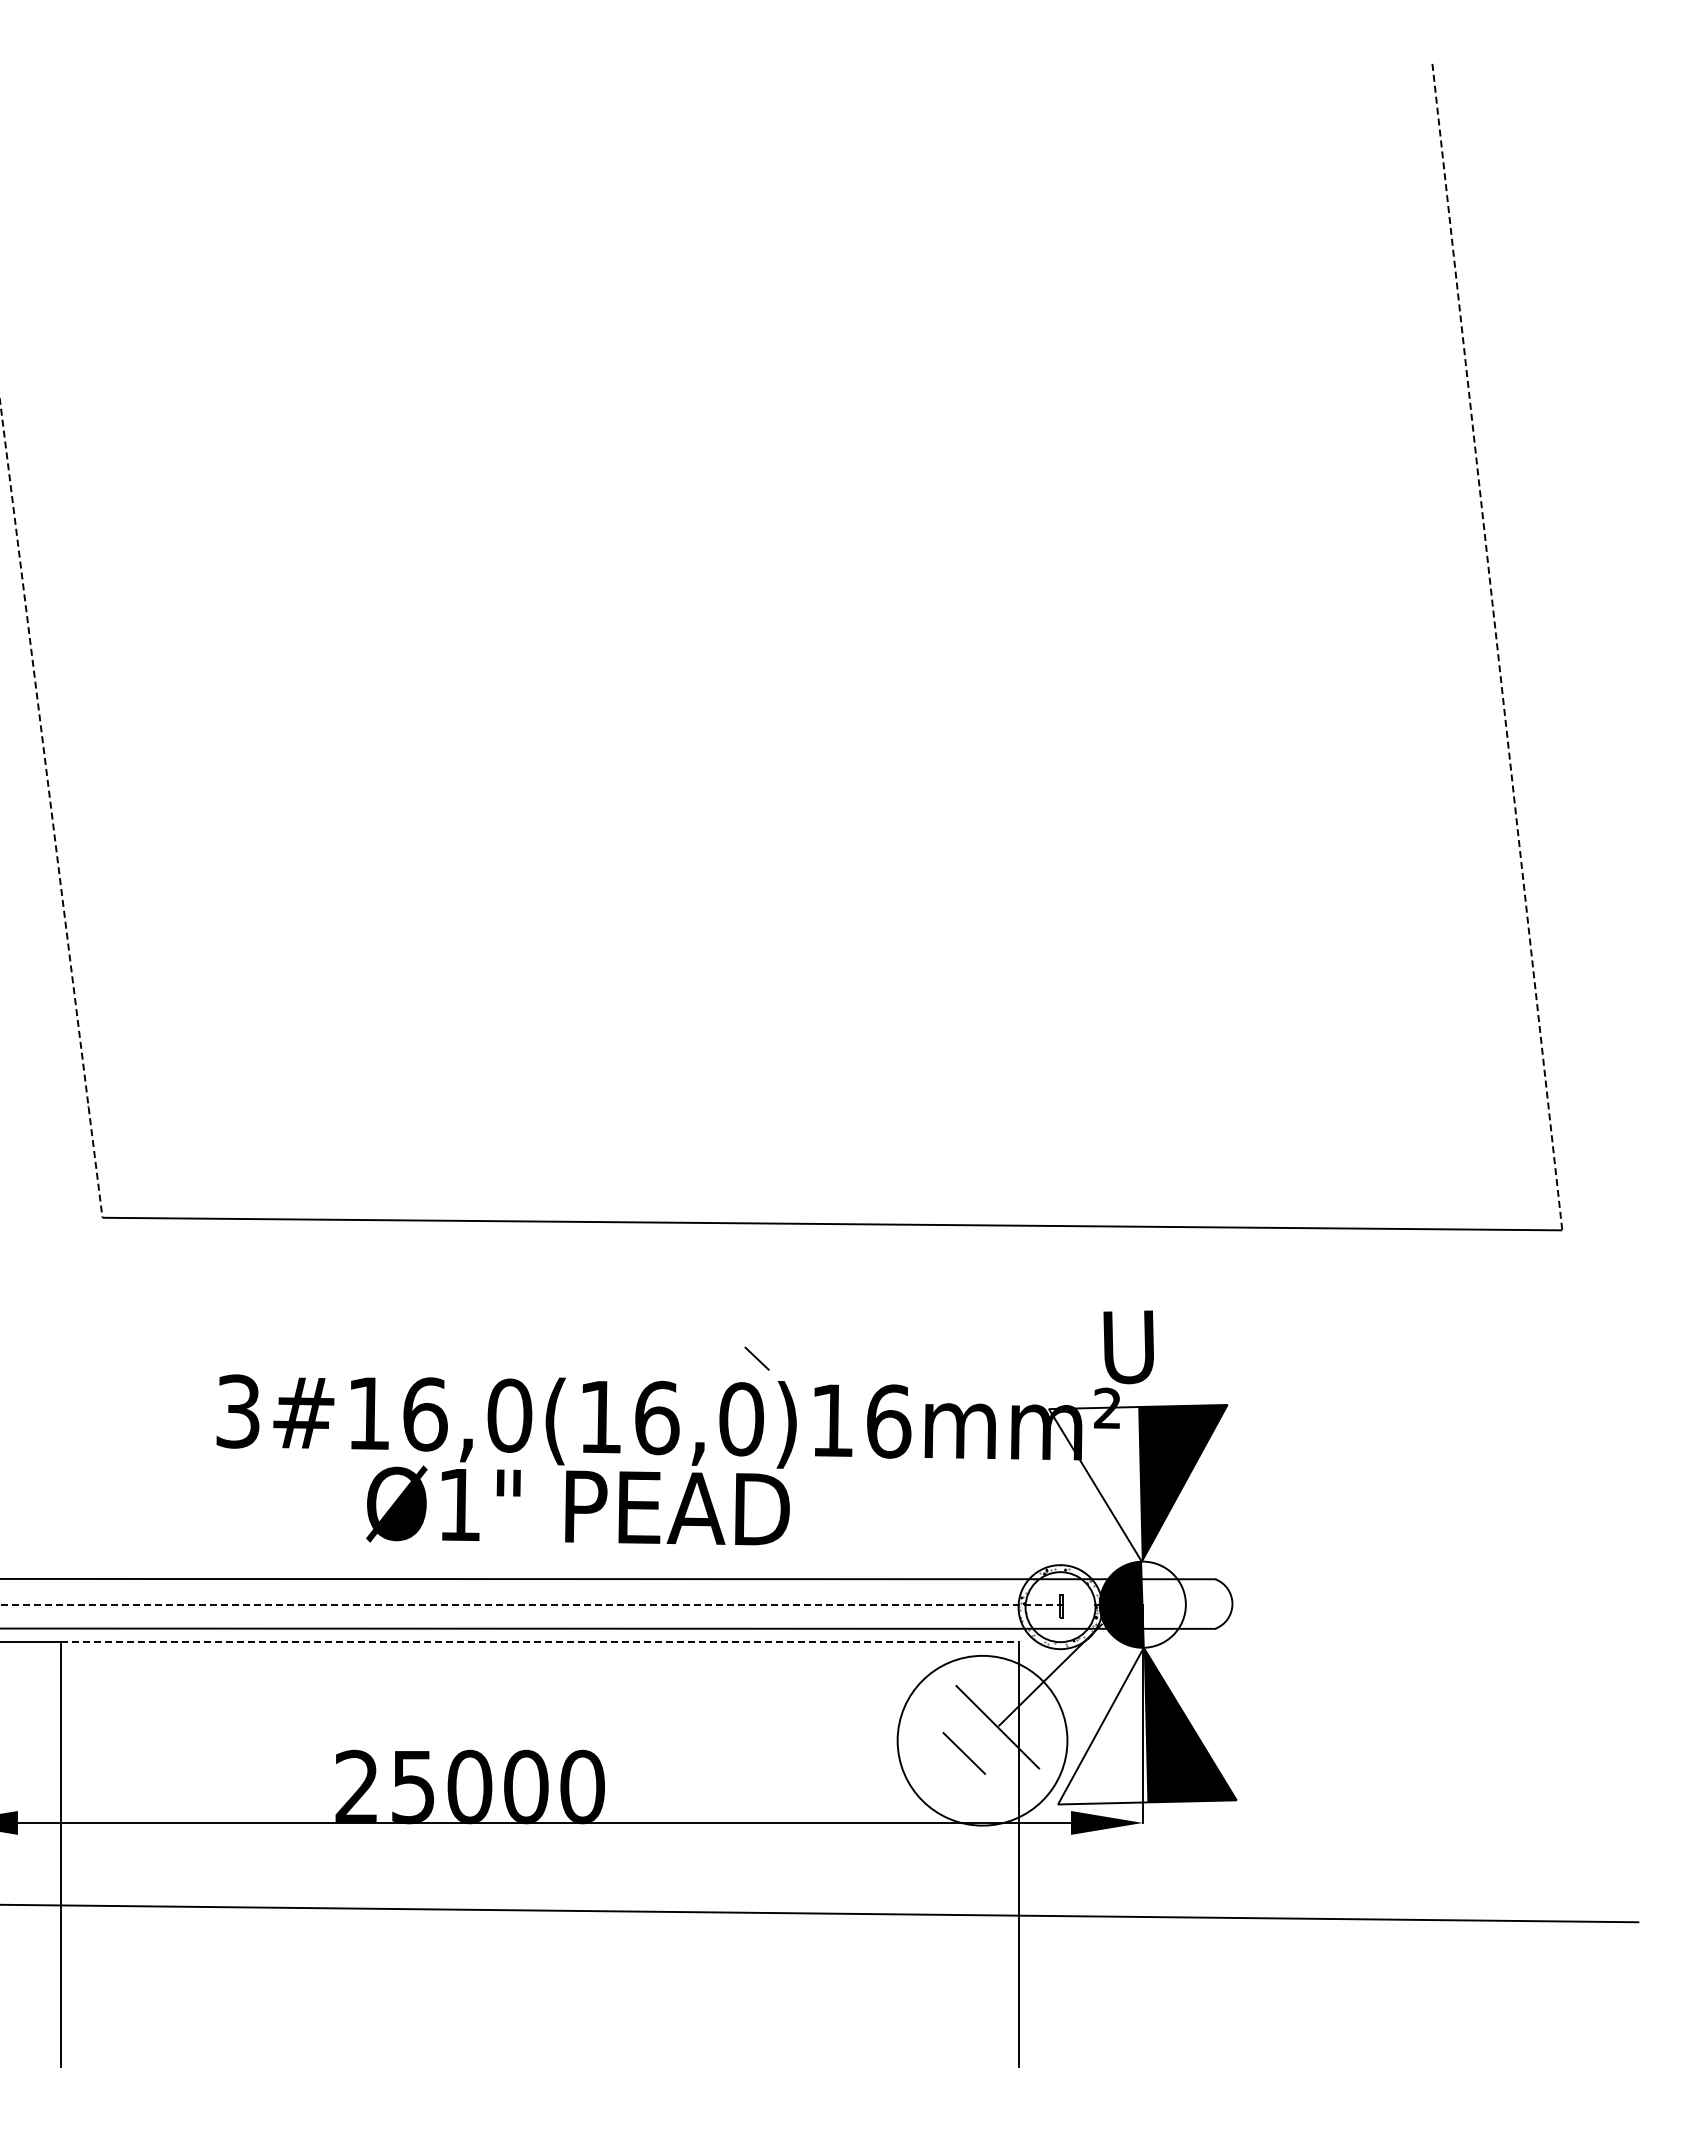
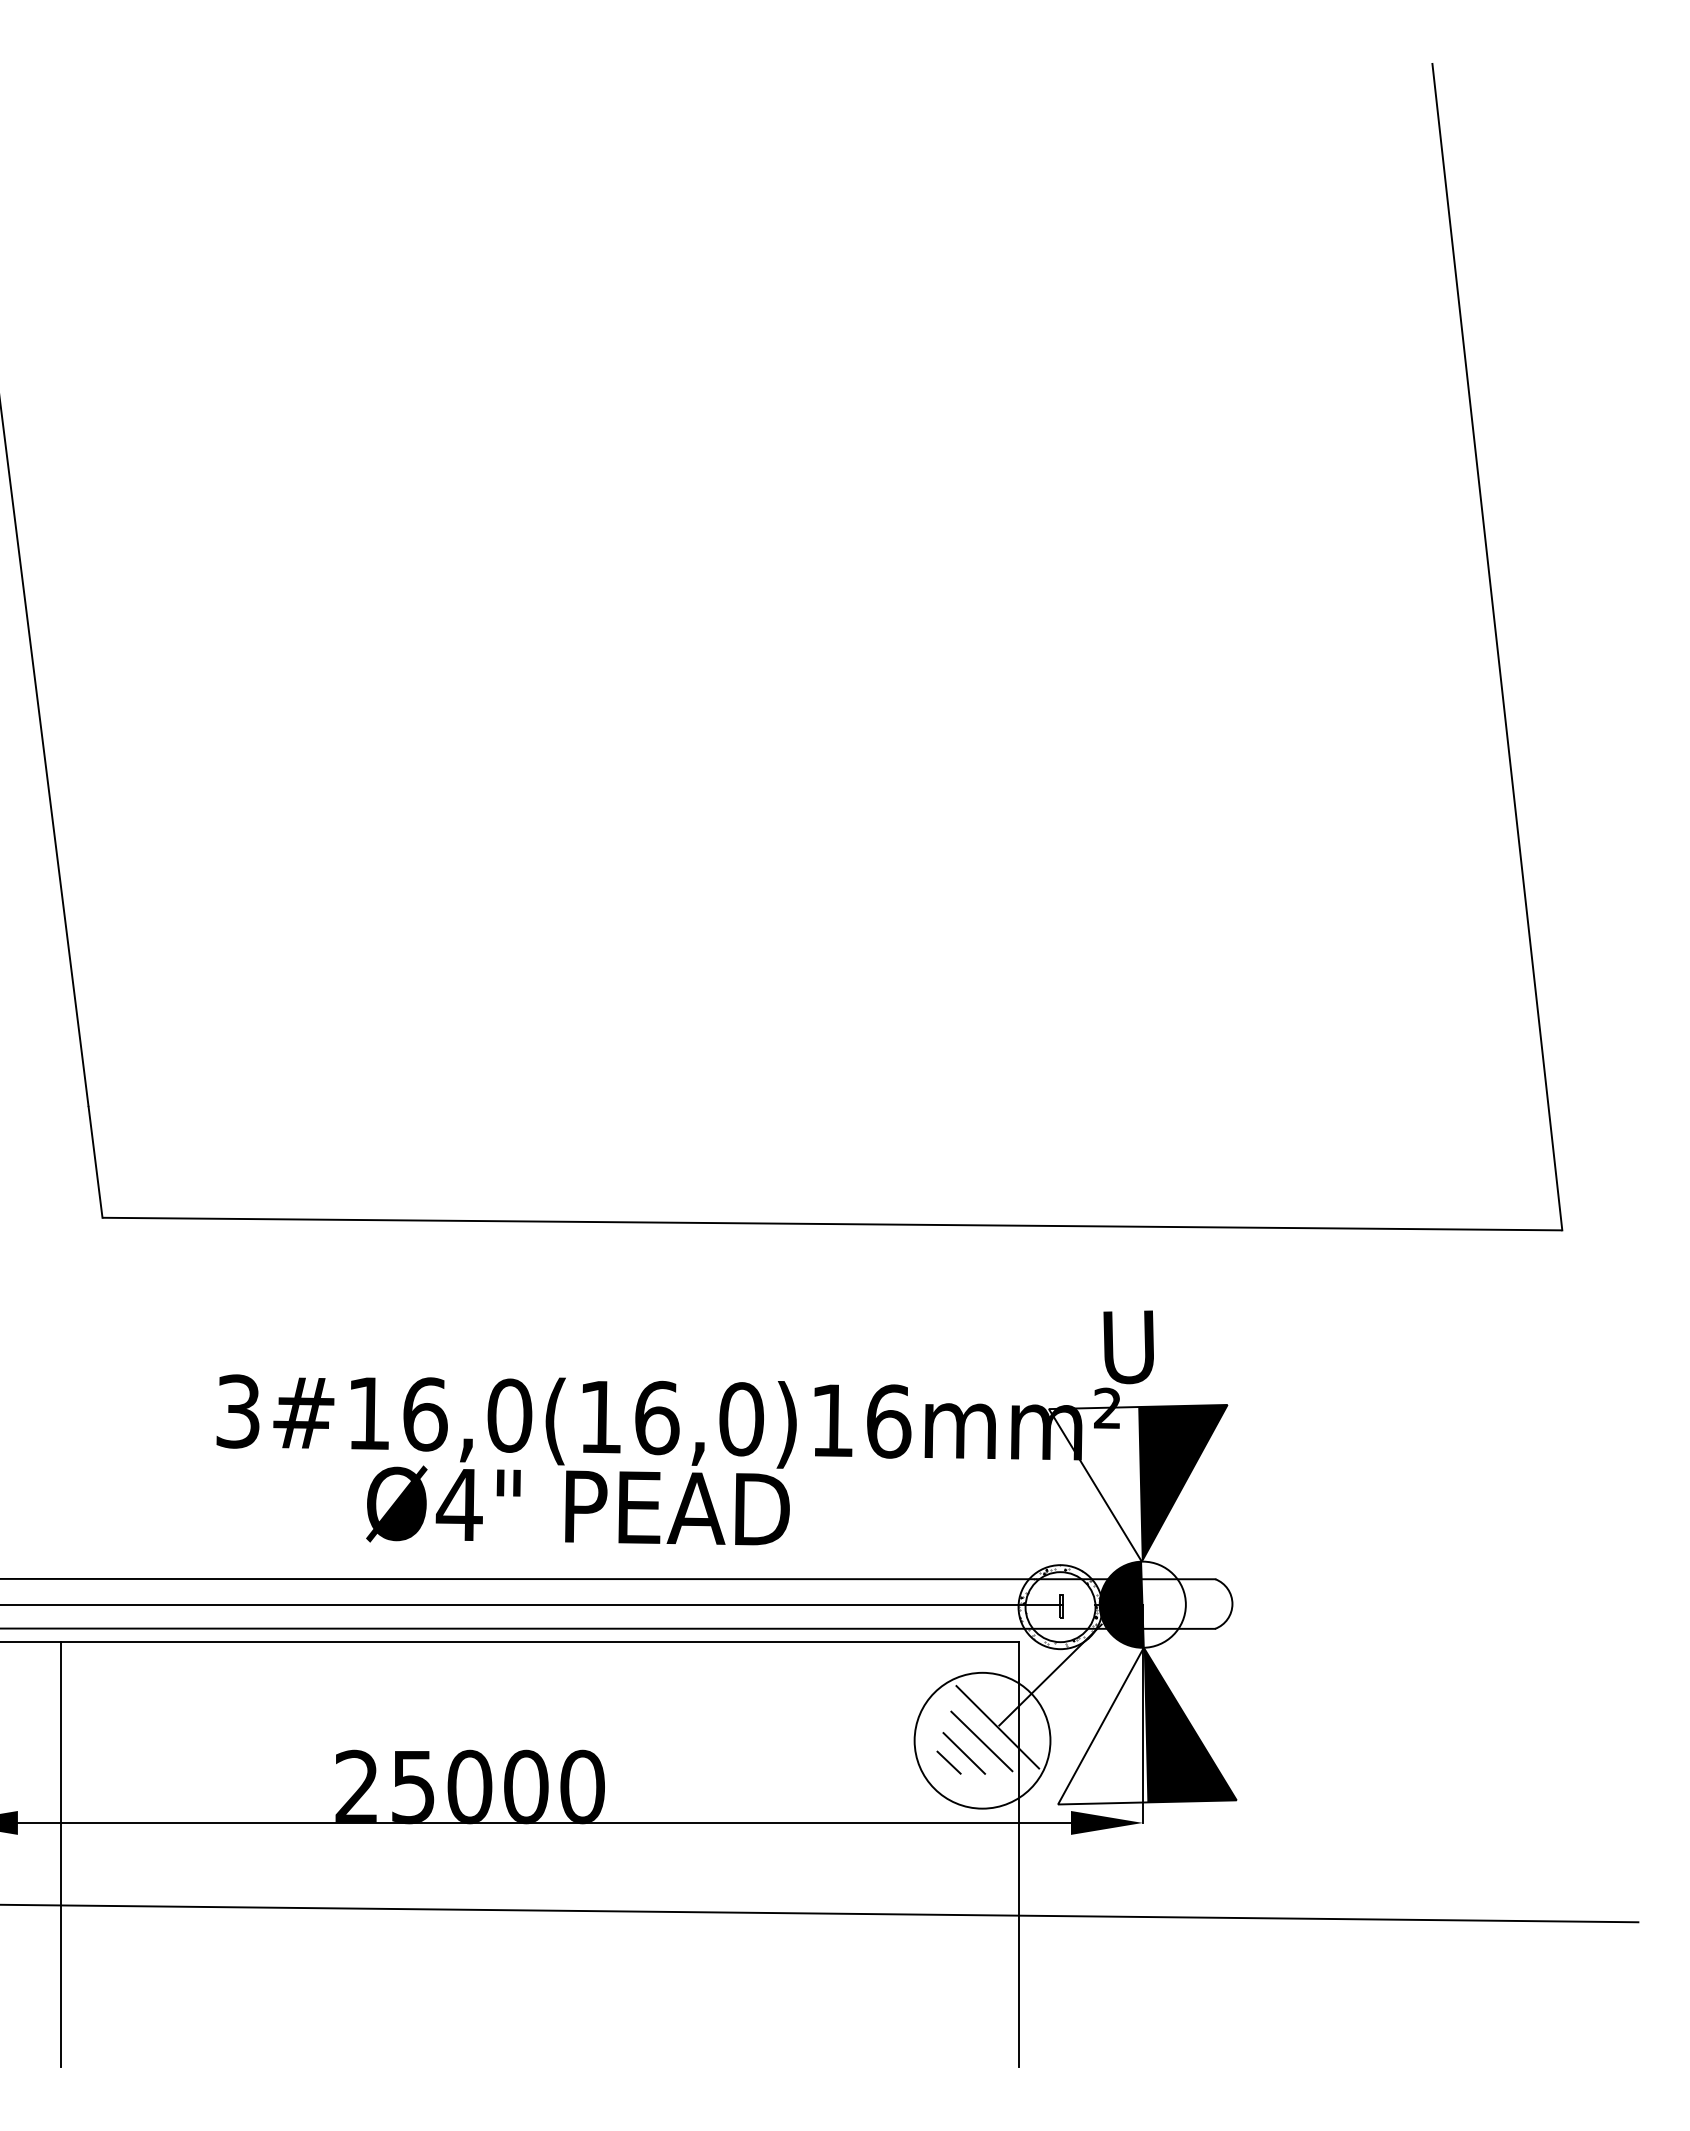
line at (1497, 647): dashed -> solid
line at (51, 809): dashed -> solid
line at (756, 1358) position: (756, 1358) -> (948, 1762)
text at (458, 1505): Ø1" -> Ø4"
line at (531, 1604): dashed -> solid
line at (539, 1642): dashed -> solid
circle at (982, 1740) diameter: 170 px -> 136 px
line at (981, 1741): none -> present
